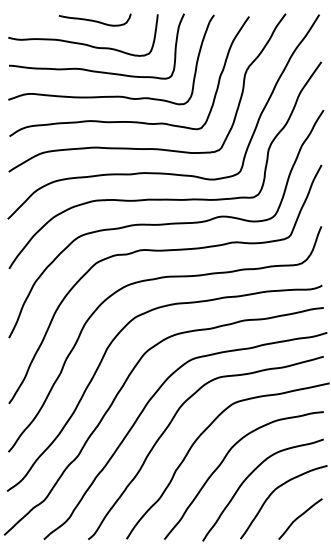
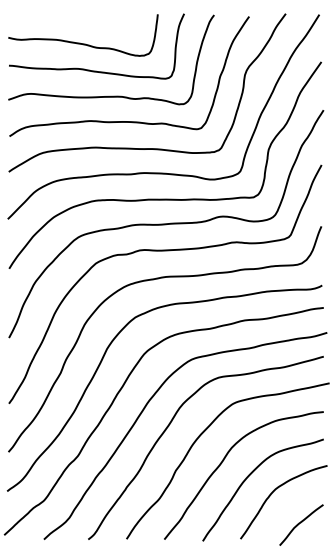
curve at (94, 20): present -> none
curve at (300, 517) position: (300, 517) -> (301, 523)
